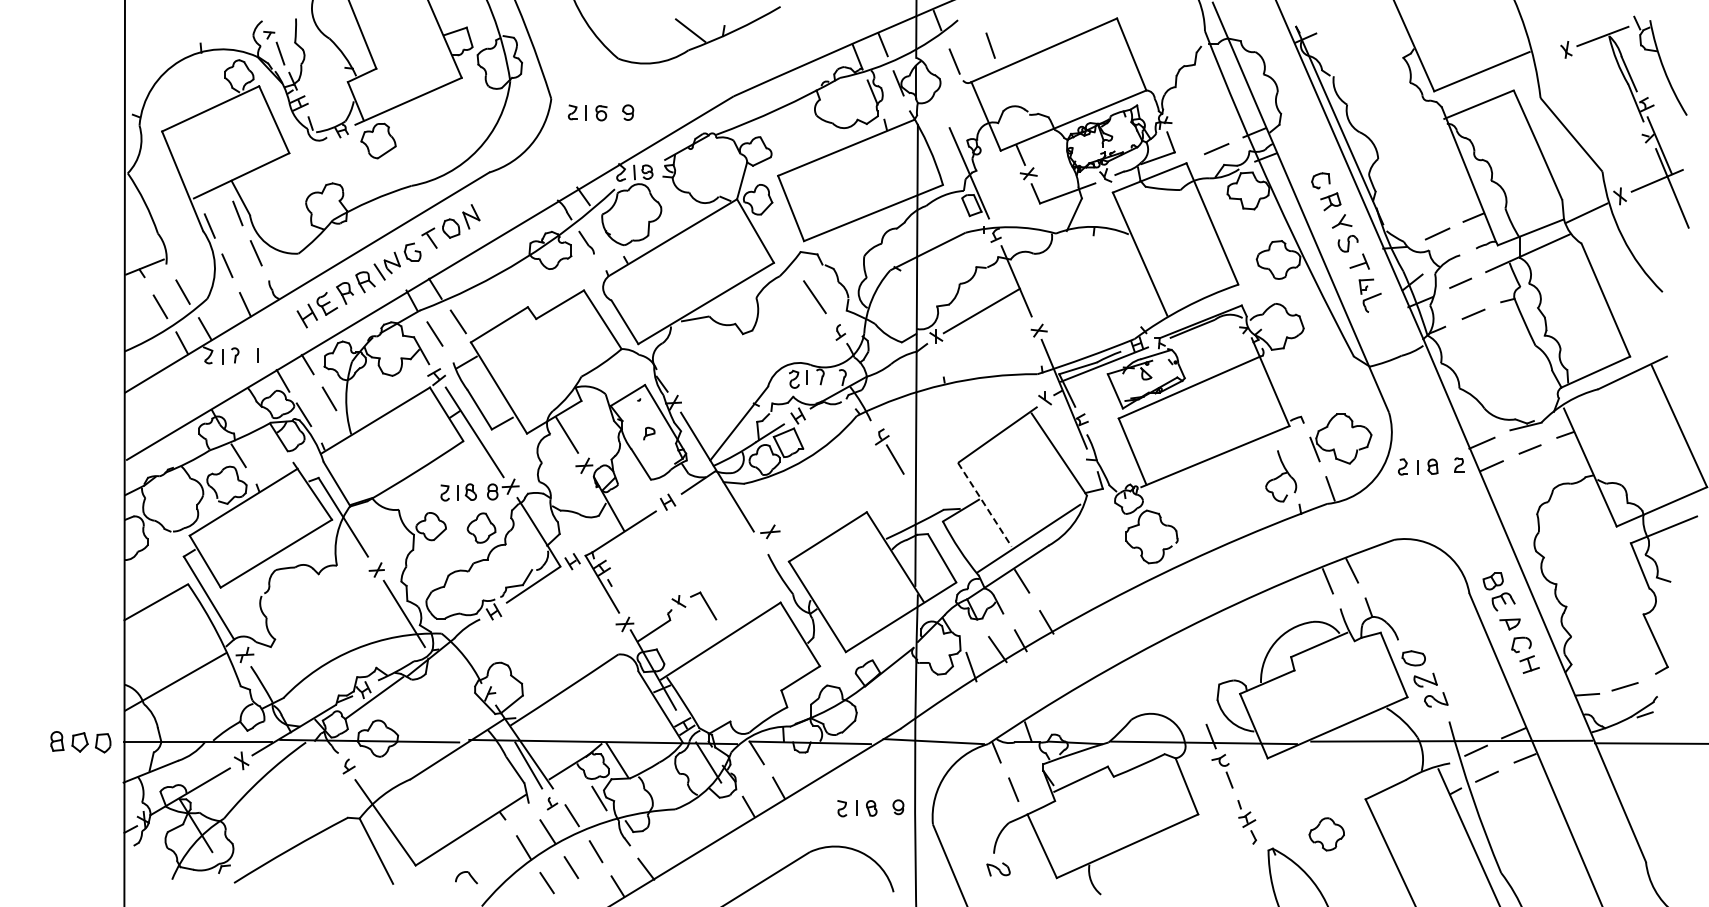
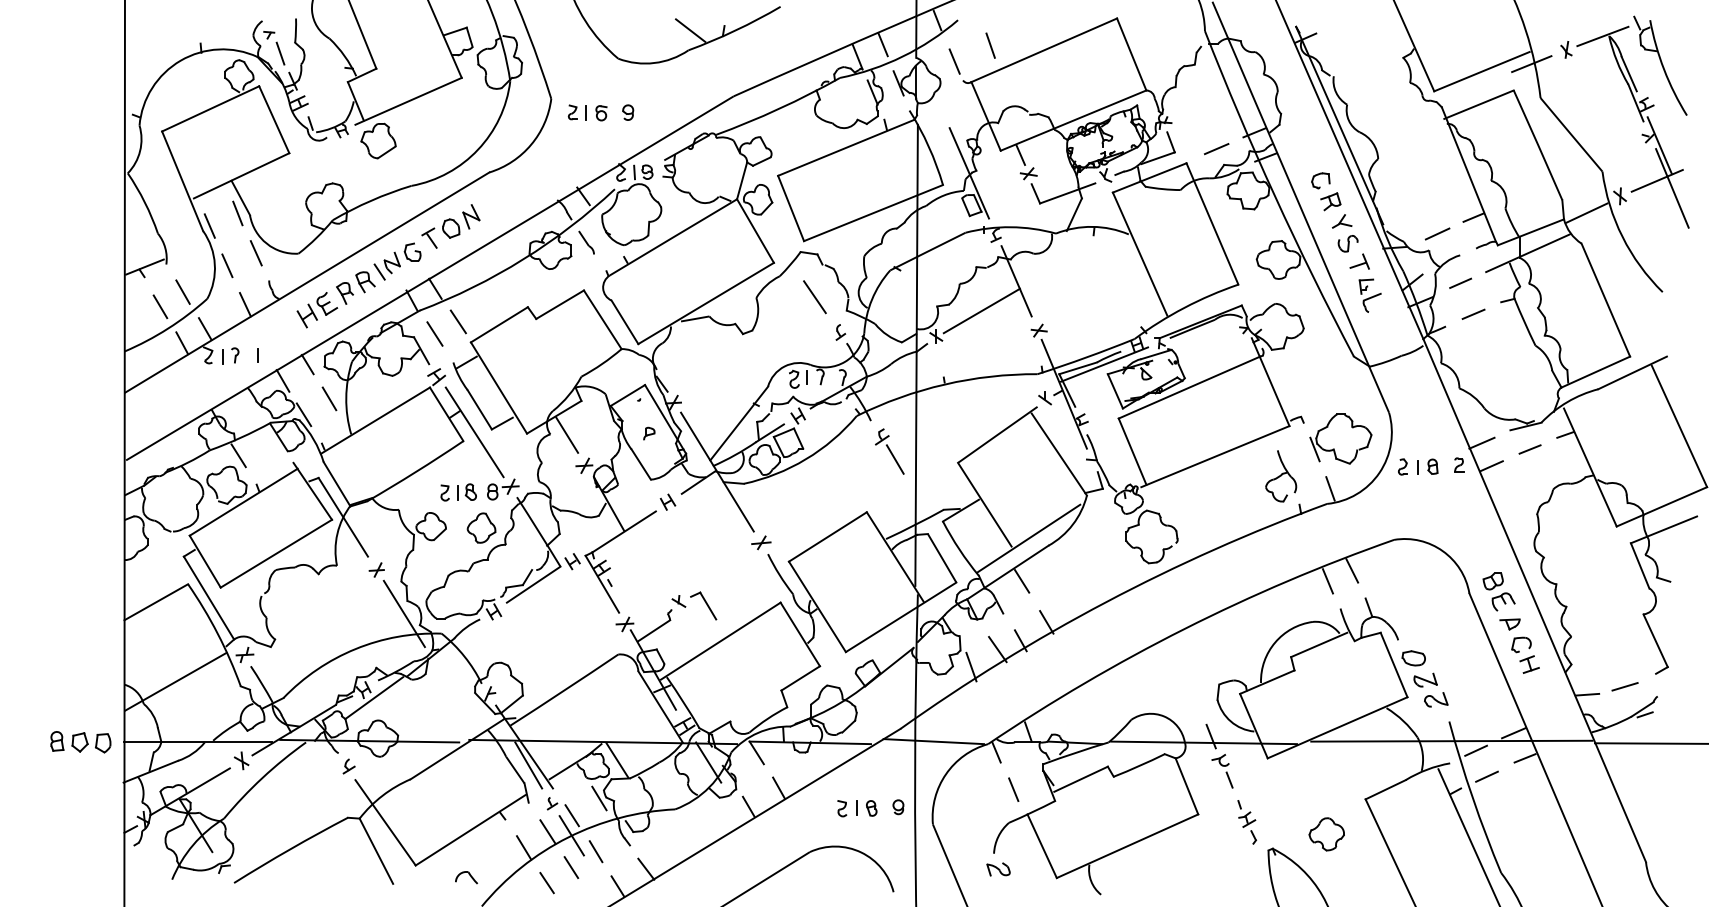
line at (1531, 64): none -> present
line at (984, 504): dashed -> solid
part at (770, 531) position: (770, 531) -> (761, 542)
line at (571, 835): none -> present
